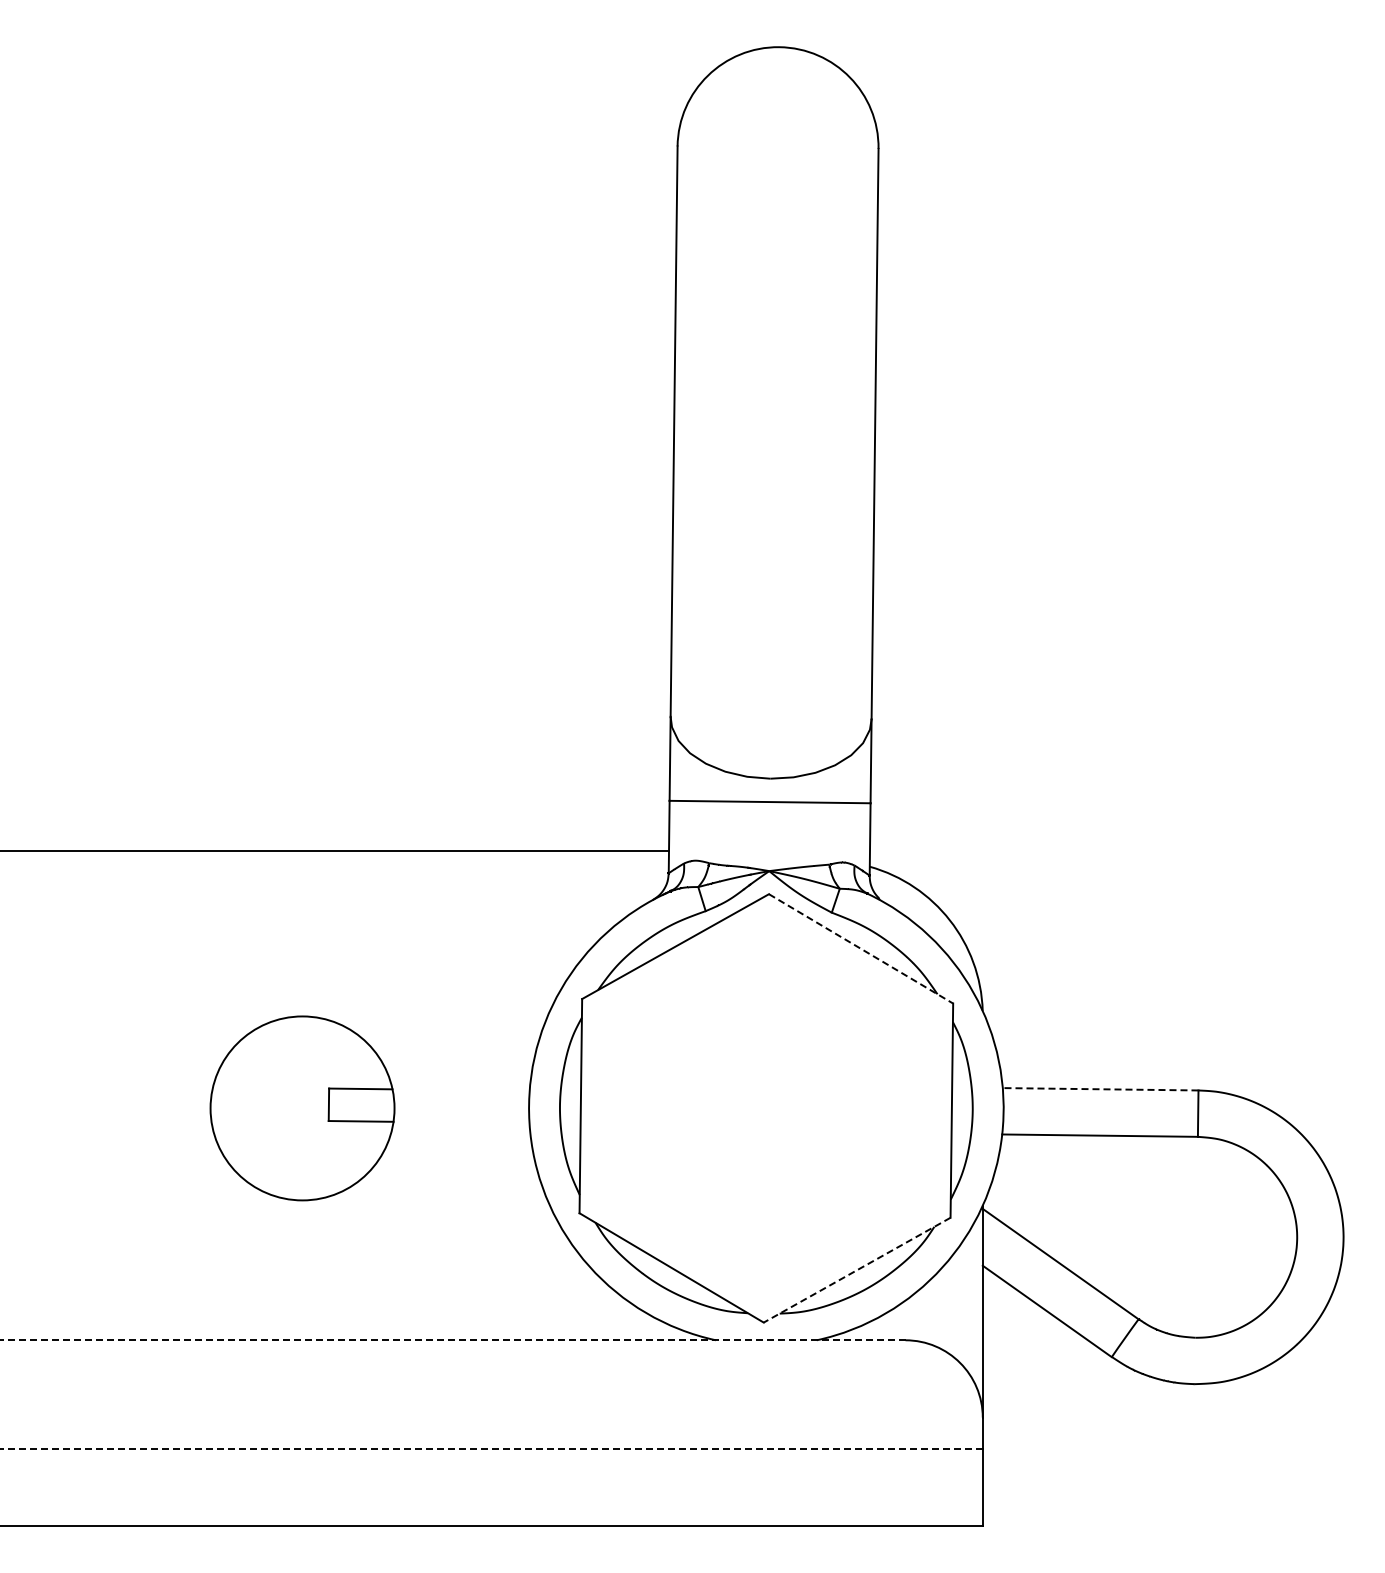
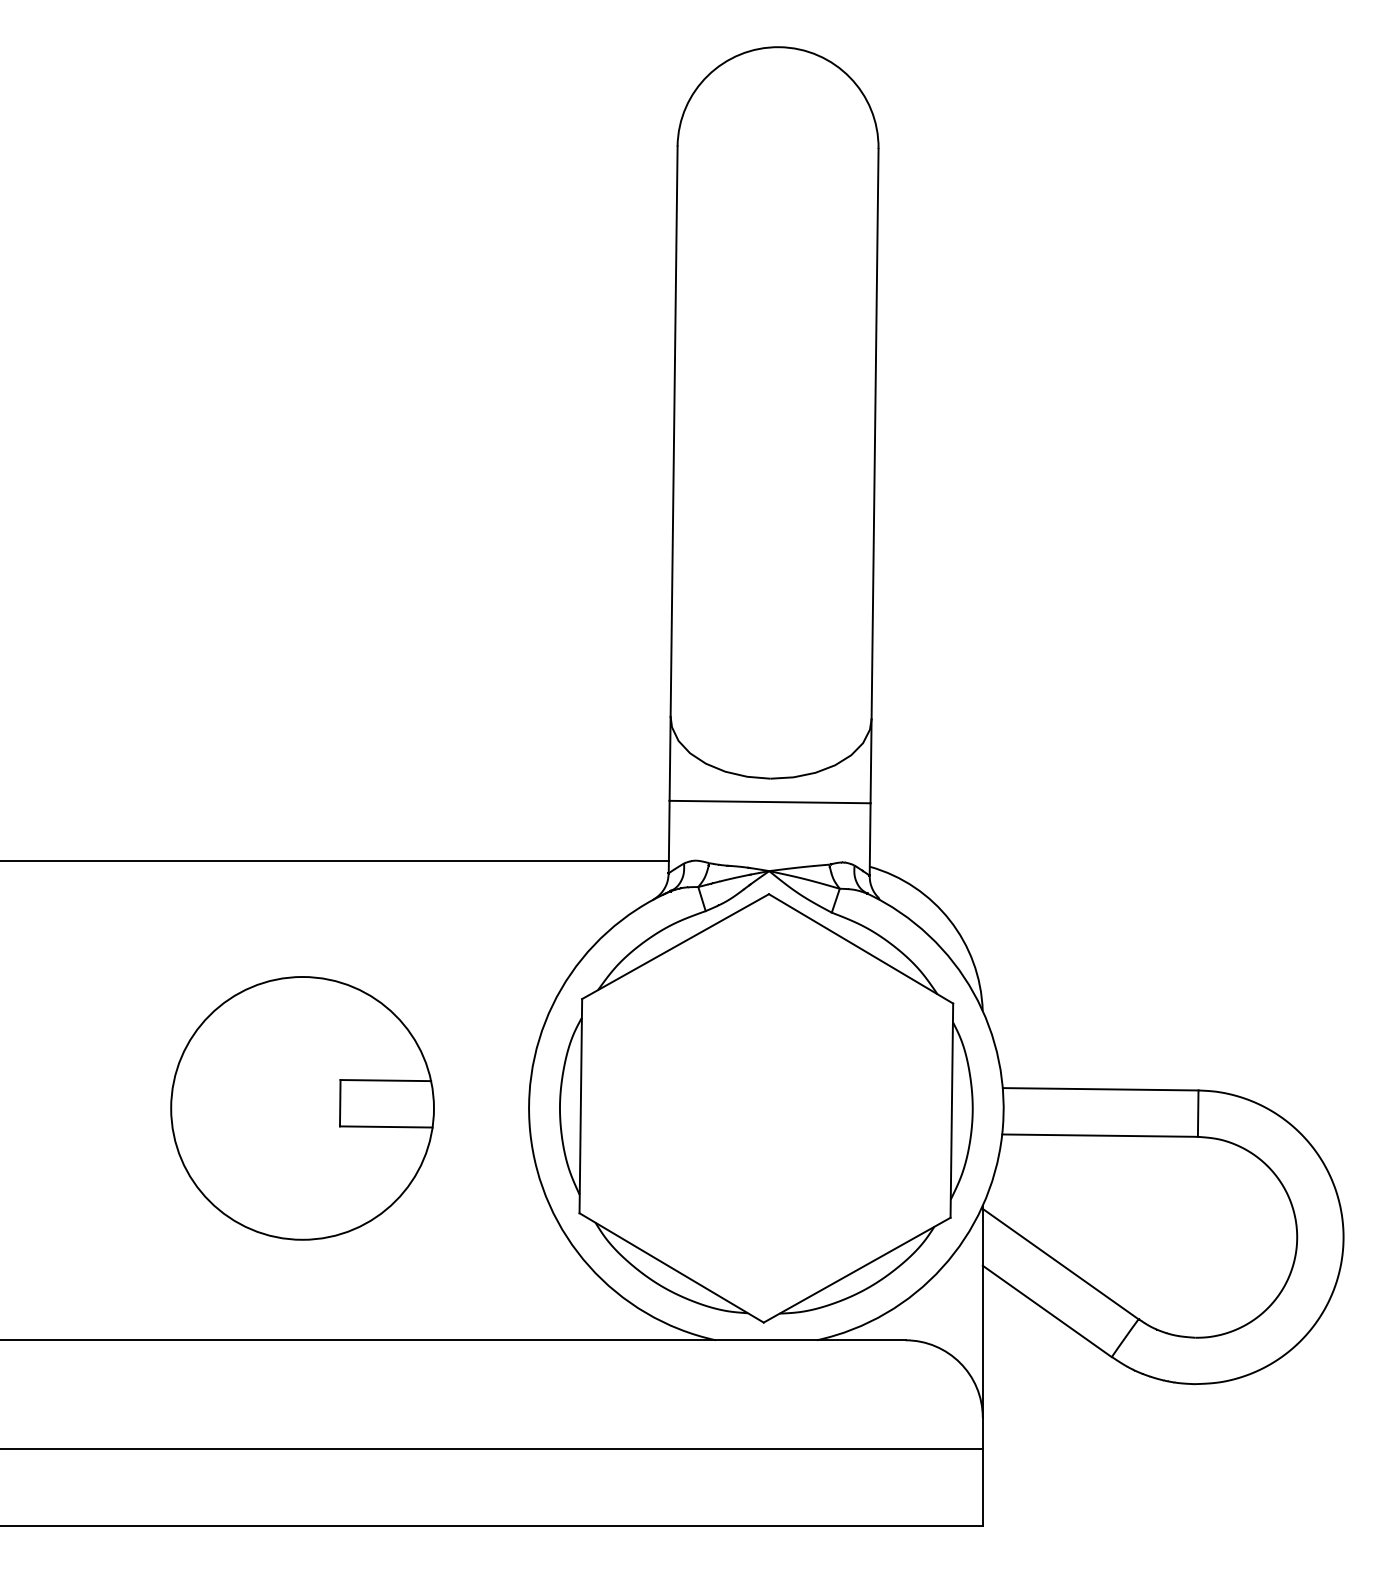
line at (335, 851) position: (335, 851) -> (335, 861)
line at (861, 949): dashed -> solid
line at (1100, 1089): dashed -> solid
part at (302, 1108) size: 187x187 px -> 265x265 px
line at (856, 1270): dashed -> solid
line at (452, 1340): dashed -> solid
line at (490, 1448): dashed -> solid
